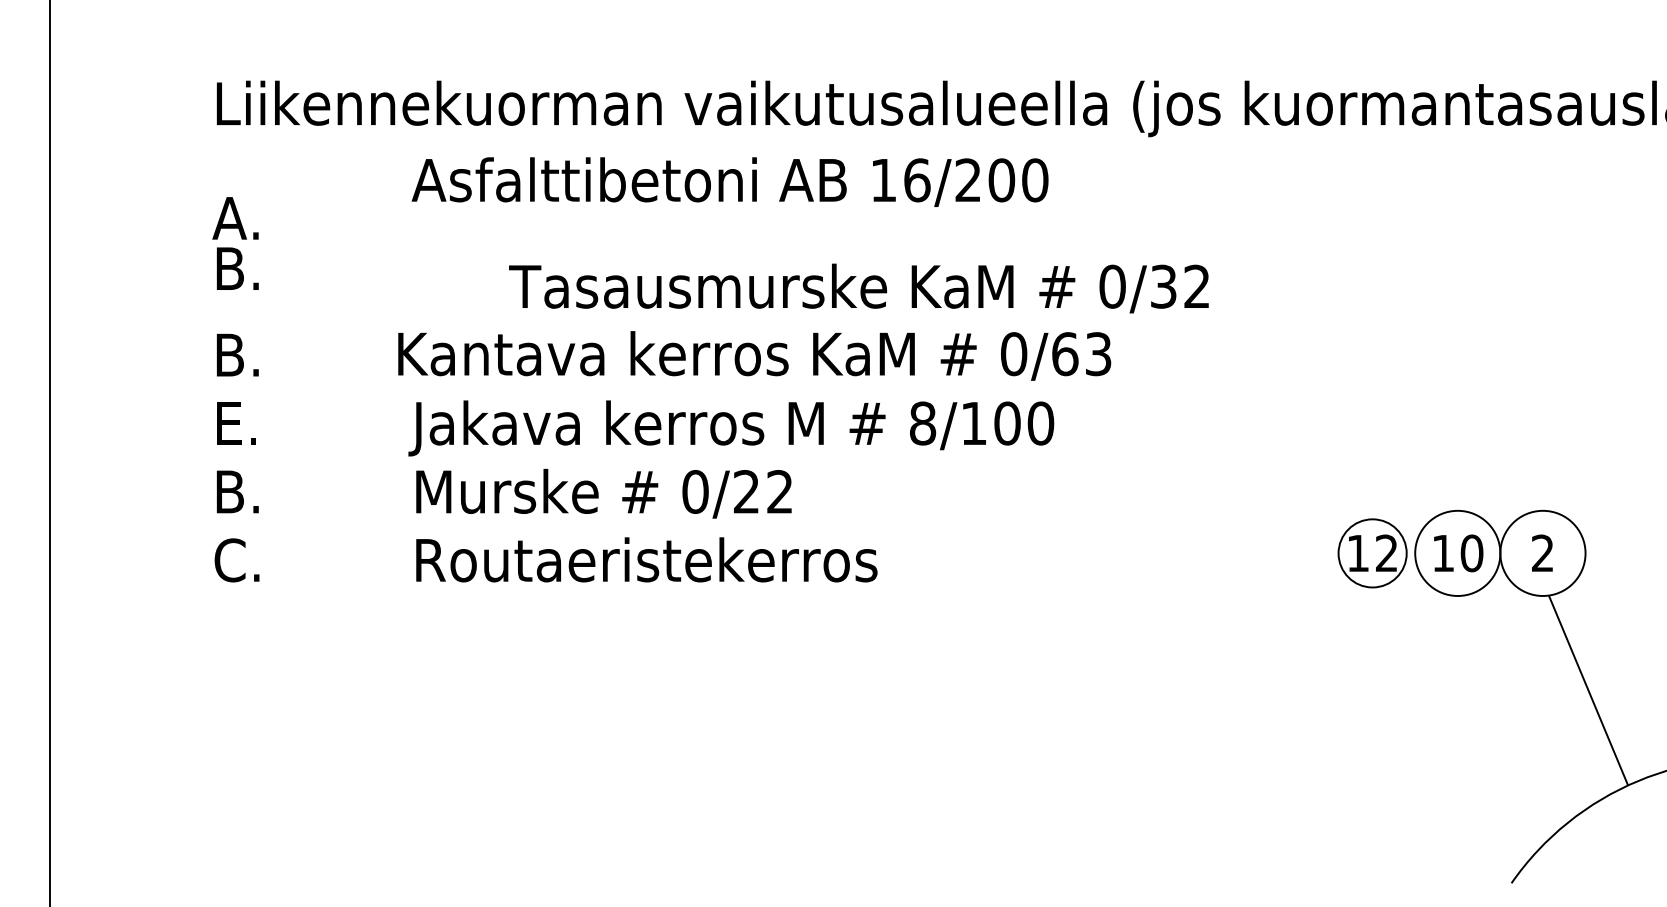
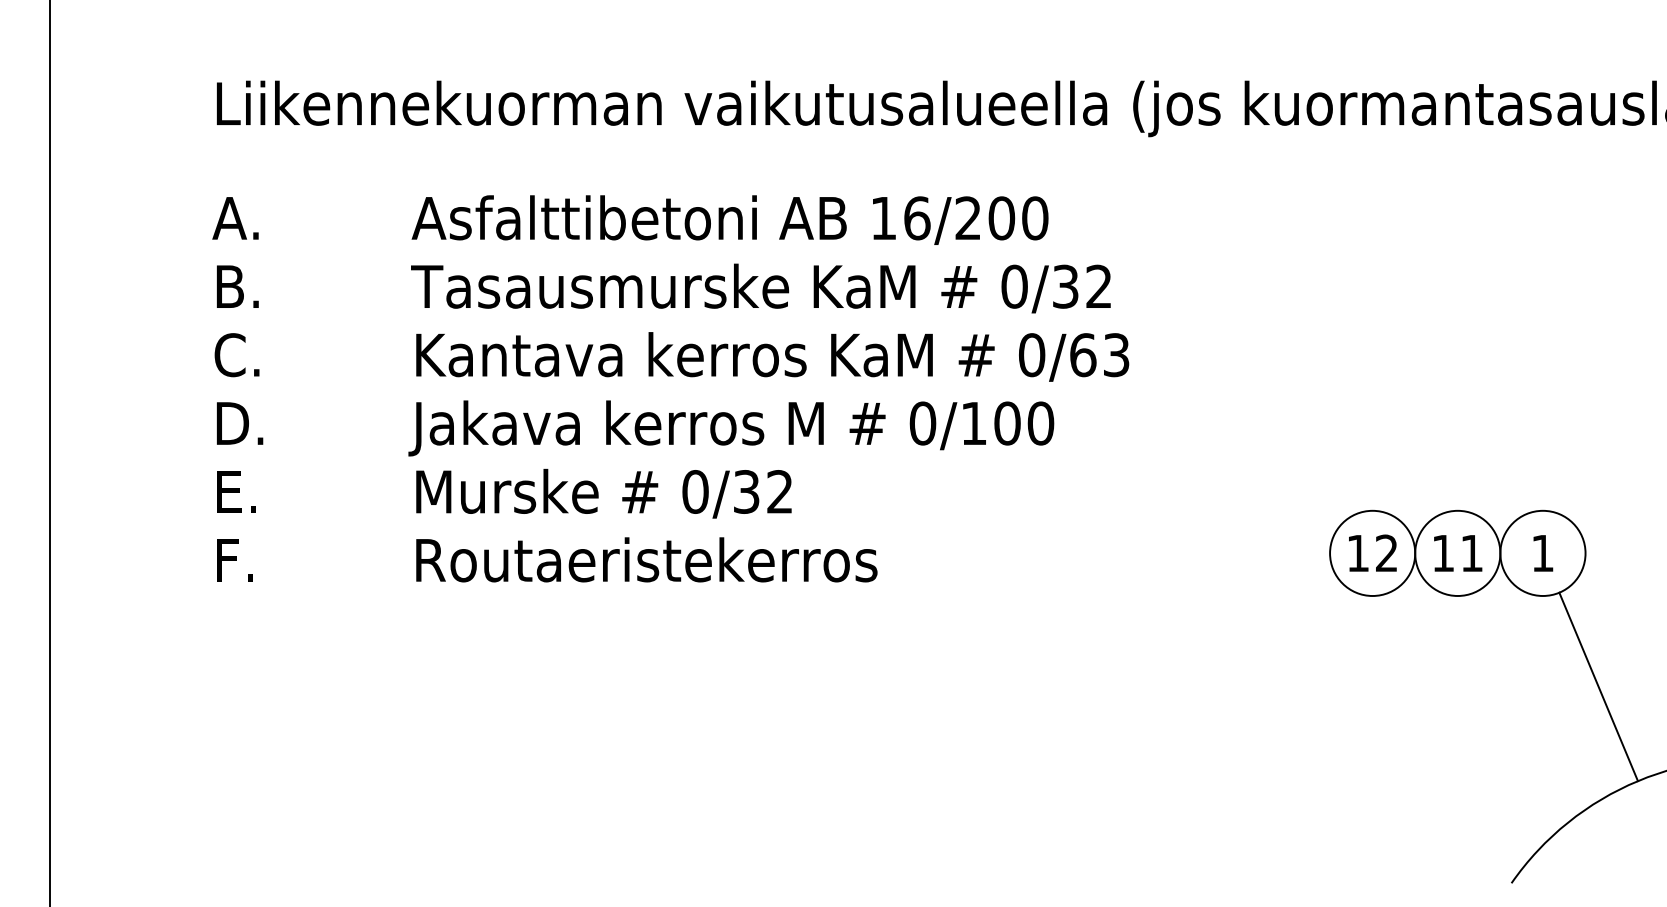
text at (729, 181) position: (729, 181) -> (729, 219)
text at (237, 268) position: (237, 268) -> (237, 286)
text at (858, 288) position: (858, 288) -> (760, 288)
text at (236, 355): B. -> C.
text at (754, 355) position: (754, 355) -> (772, 356)
text at (239, 423): E. -> D.
text at (922, 423): 8/100 -> 0/100
text at (237, 491): B. -> E.
text at (746, 491): 0/22 -> 0/32
text at (1542, 552): 2 -> 1
circle at (1372, 553) diameter: 68 px -> 85 px
text at (1471, 553): 10 -> 11
text at (236, 560): C. -> F.
line at (1588, 690) position: (1588, 690) -> (1598, 686)
